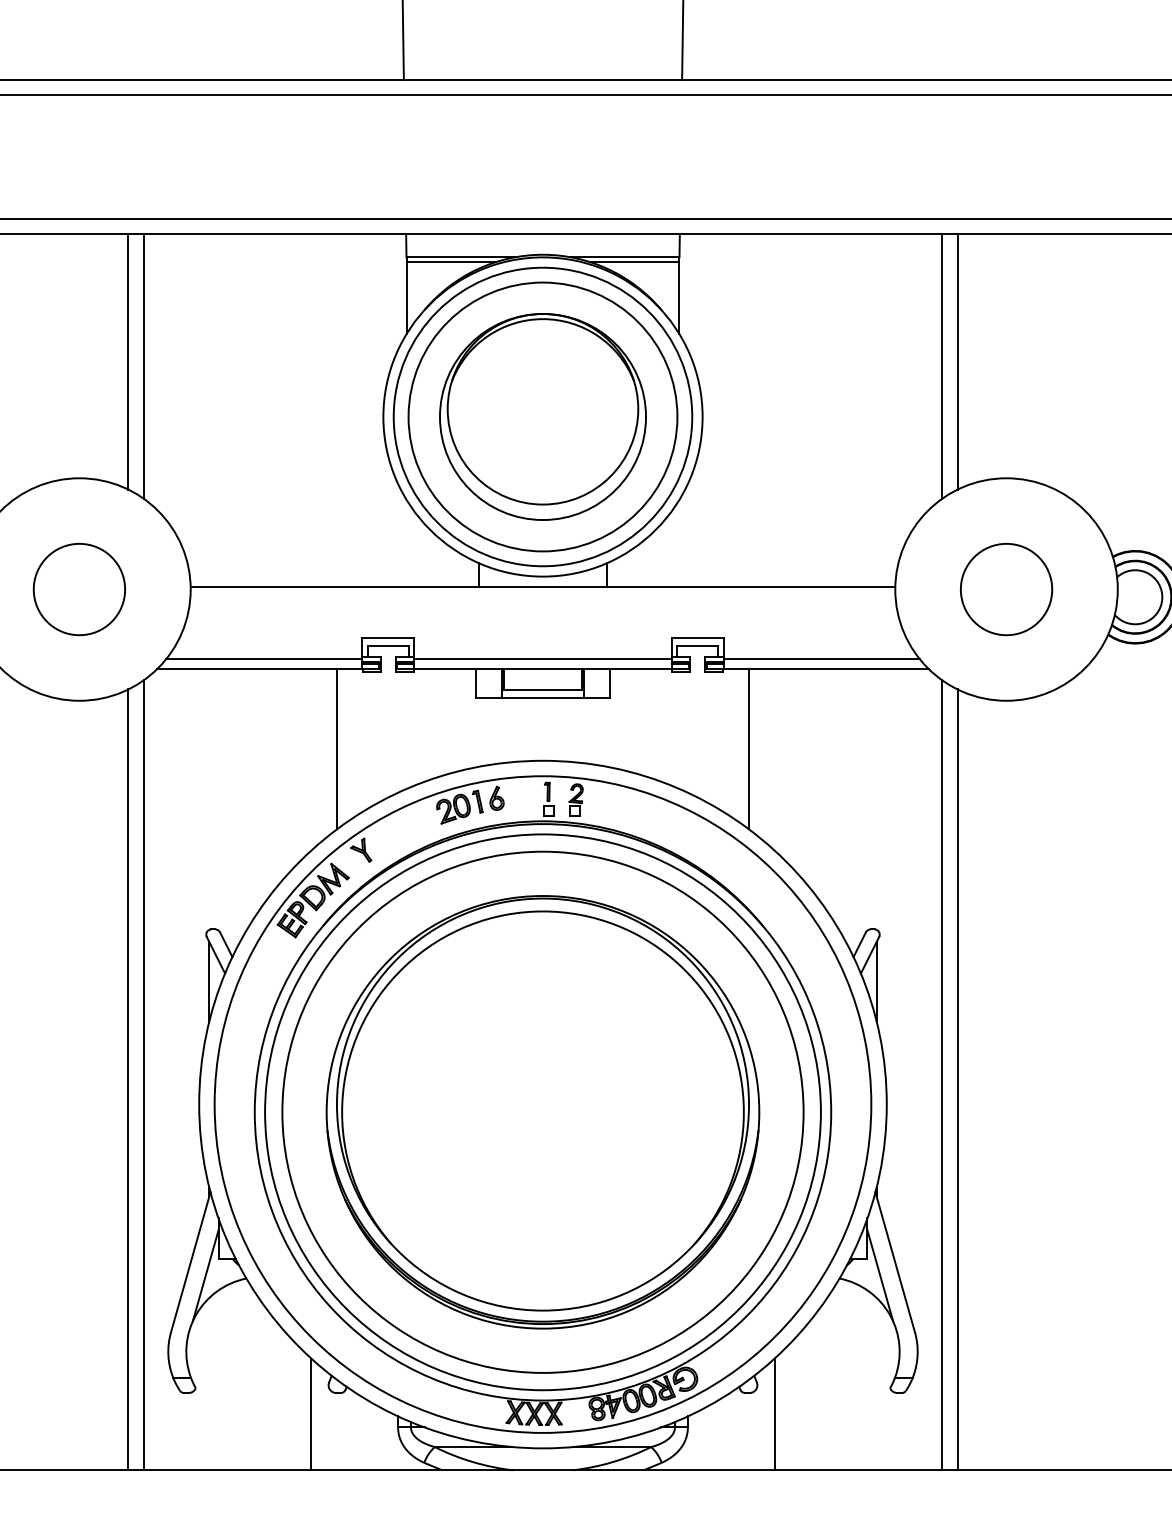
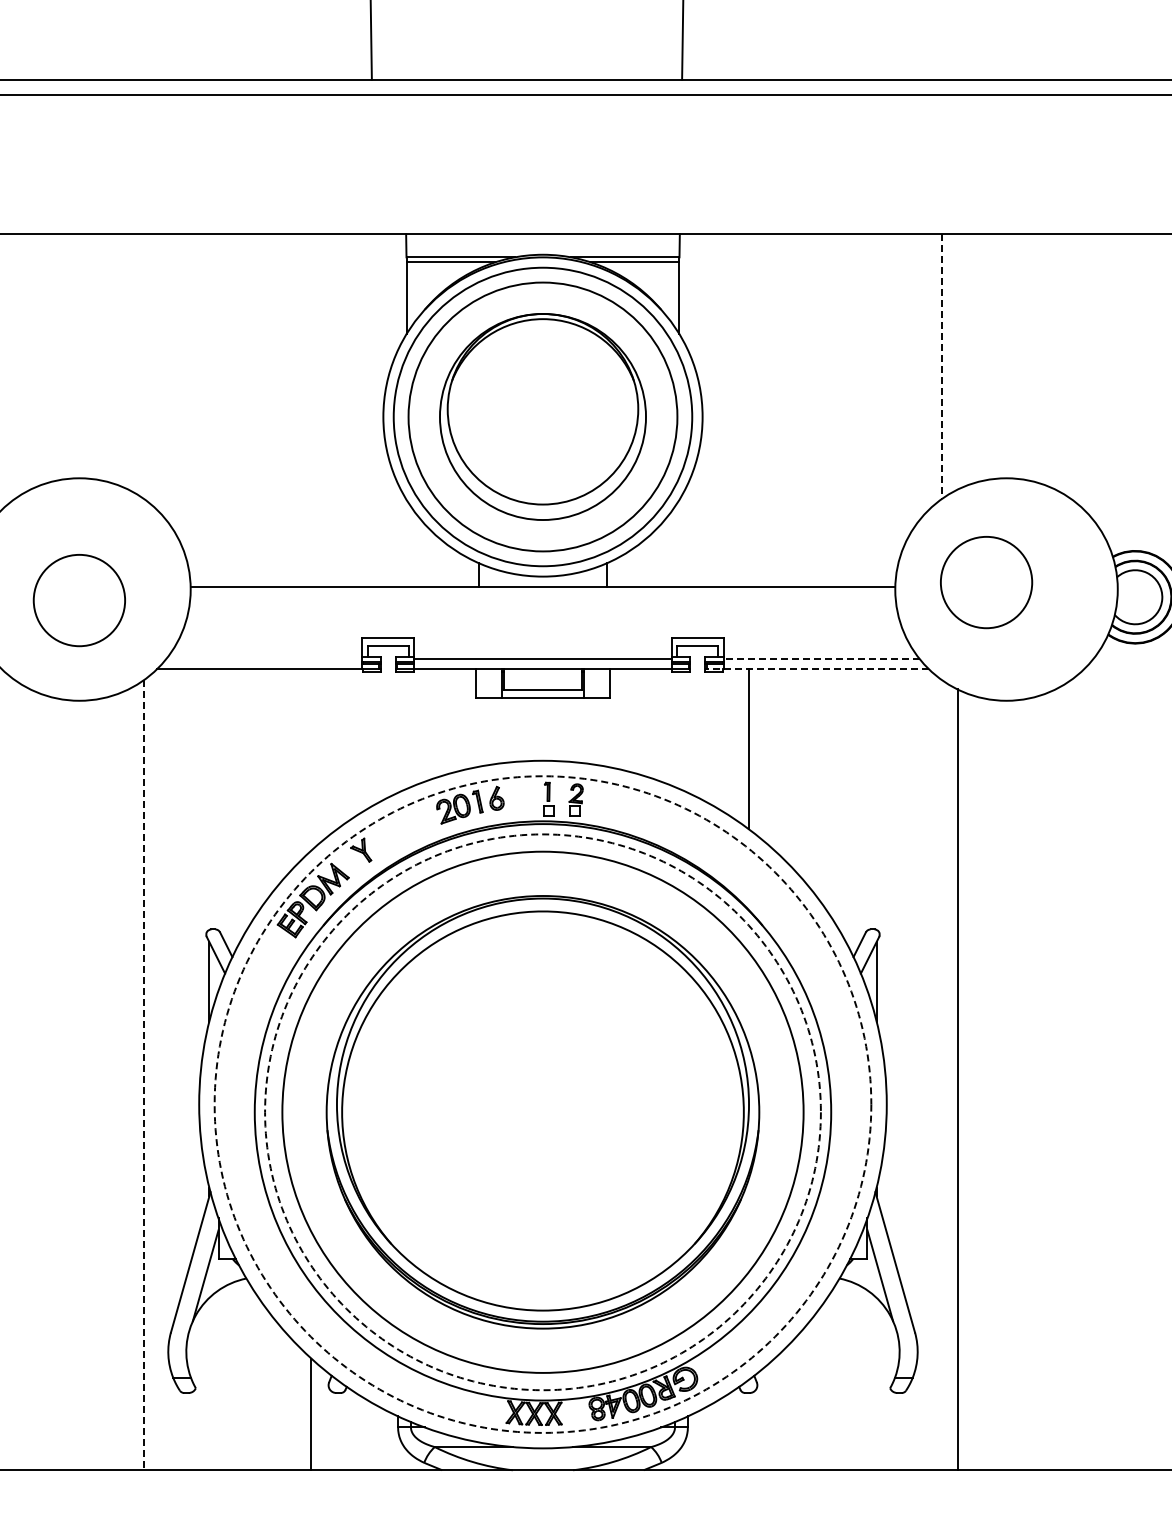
line at (402, 40) position: (402, 40) -> (370, 40)
line at (585, 218): present -> none
line at (128, 361): present -> none
line at (957, 361): present -> none
line at (143, 366): present -> none
line at (942, 366): solid -> dashed
circle at (78, 589) position: (78, 589) -> (78, 600)
circle at (1006, 589) position: (1006, 589) -> (986, 582)
line at (264, 659): present -> none
line at (821, 659): solid -> dashed
line at (817, 669): solid -> dashed
line at (336, 749): present -> none
line at (143, 1075): solid -> dashed
line at (942, 1075): present -> none
line at (128, 1079): present -> none
circle at (542, 1104): solid -> dashed
circle at (542, 1112): solid -> dashed
line at (774, 1414): present -> none
